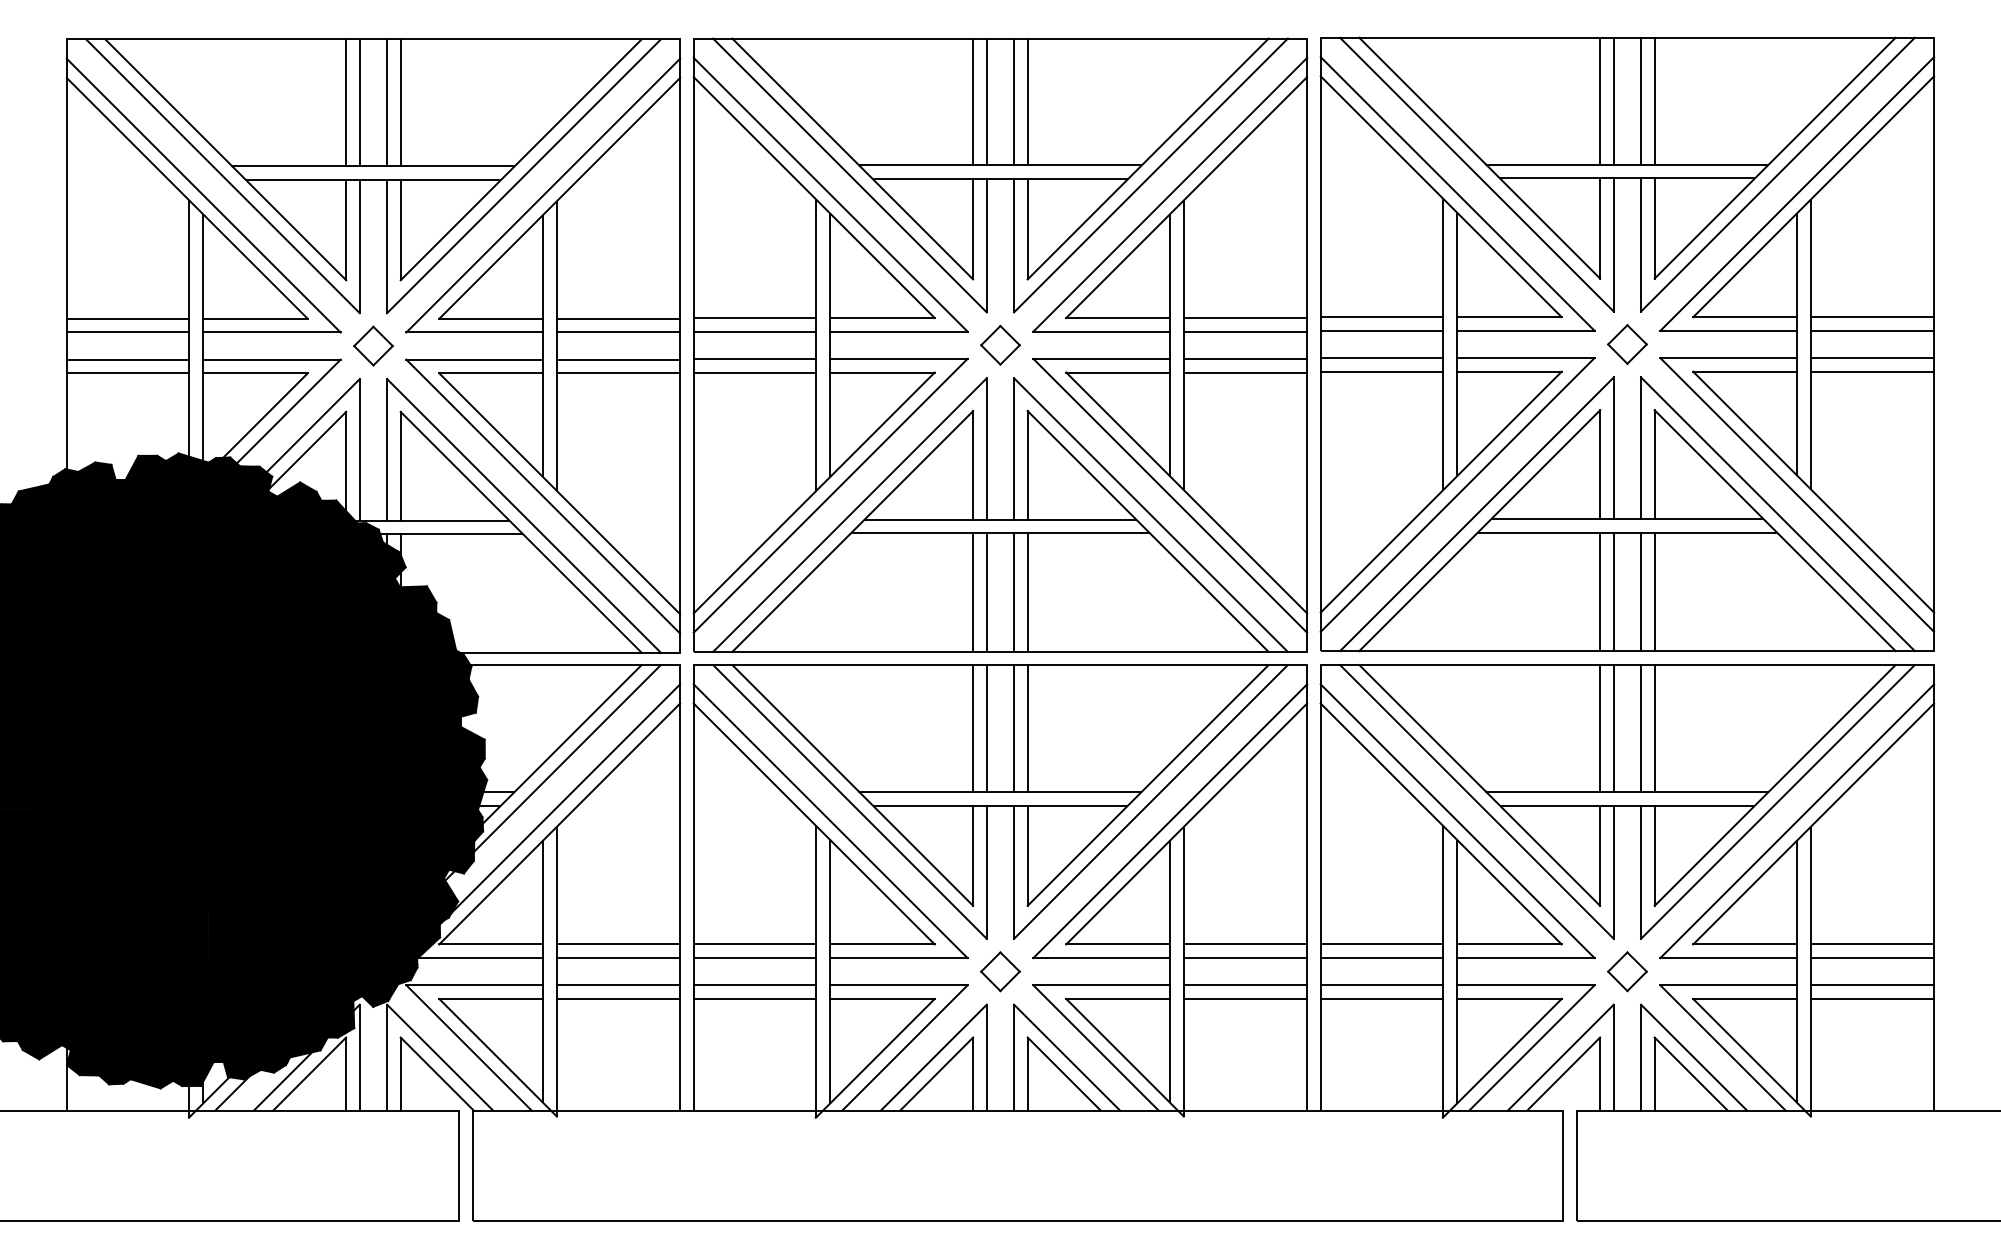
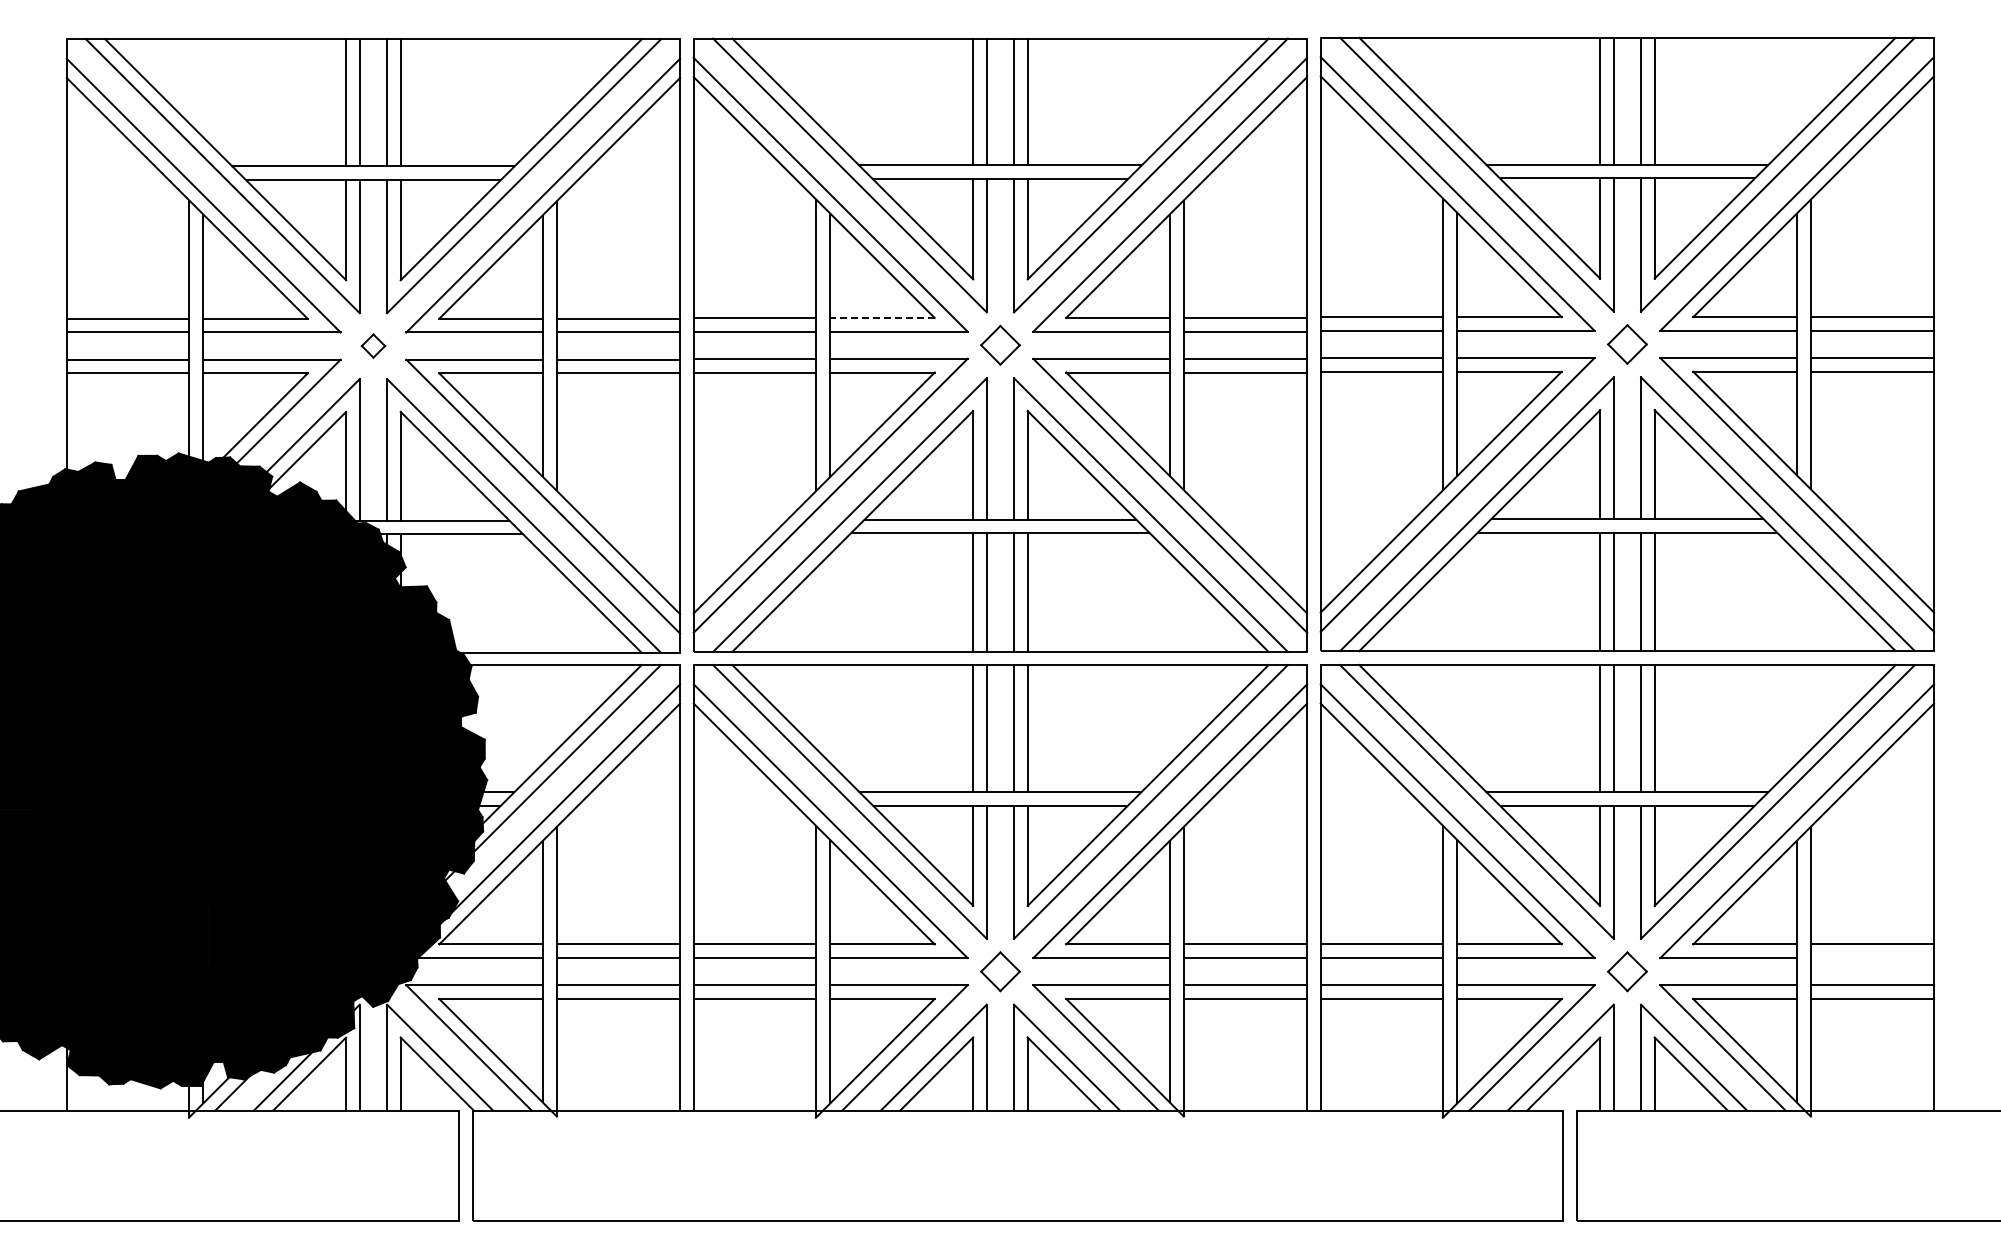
line at (882, 318): solid -> dashed
part at (373, 345) size: 41x42 px -> 27x26 px
line at (1872, 958): present -> none
